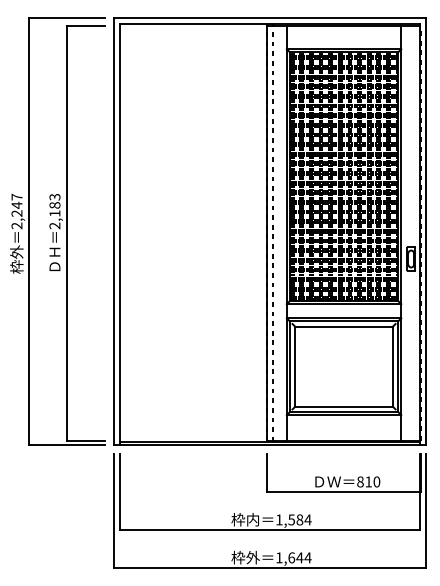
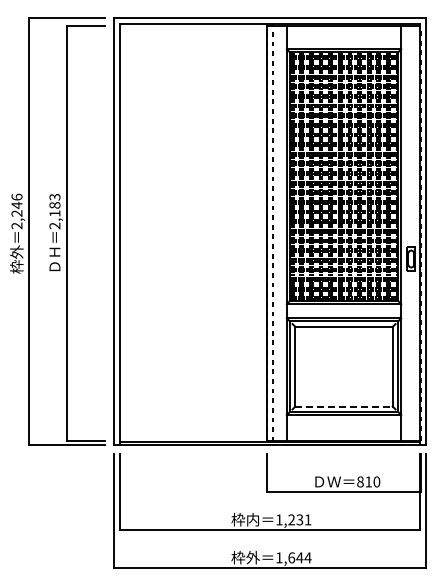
text at (16, 196): 2,247 -> 2,246
line at (344, 406): solid -> dashed
text at (299, 519): 1,584 -> 1,231
